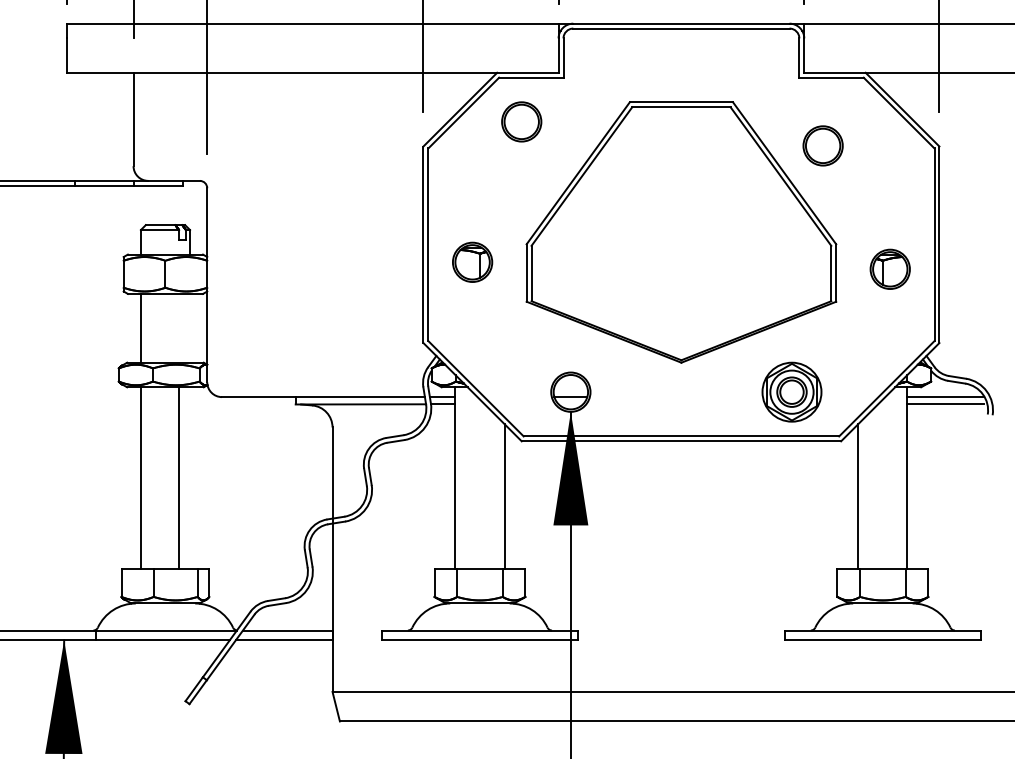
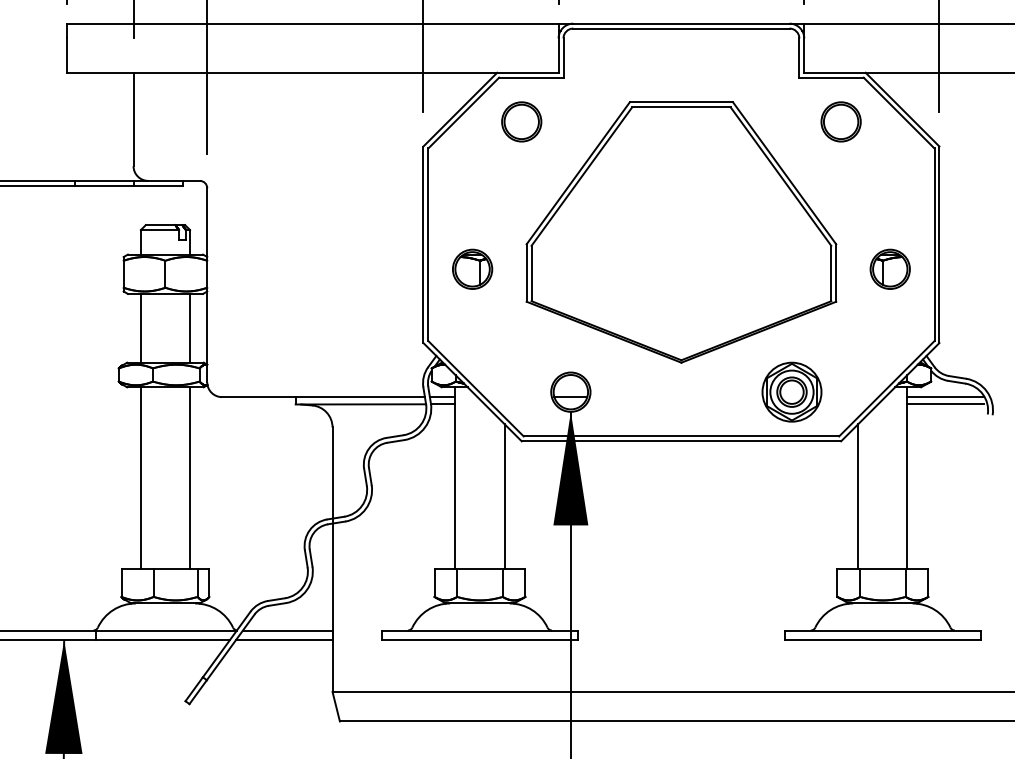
part at (822, 145) position: (822, 145) -> (840, 121)
part at (472, 261) position: (472, 261) -> (472, 268)
line at (190, 327): none -> present
line at (179, 478) position: (179, 478) -> (190, 478)
